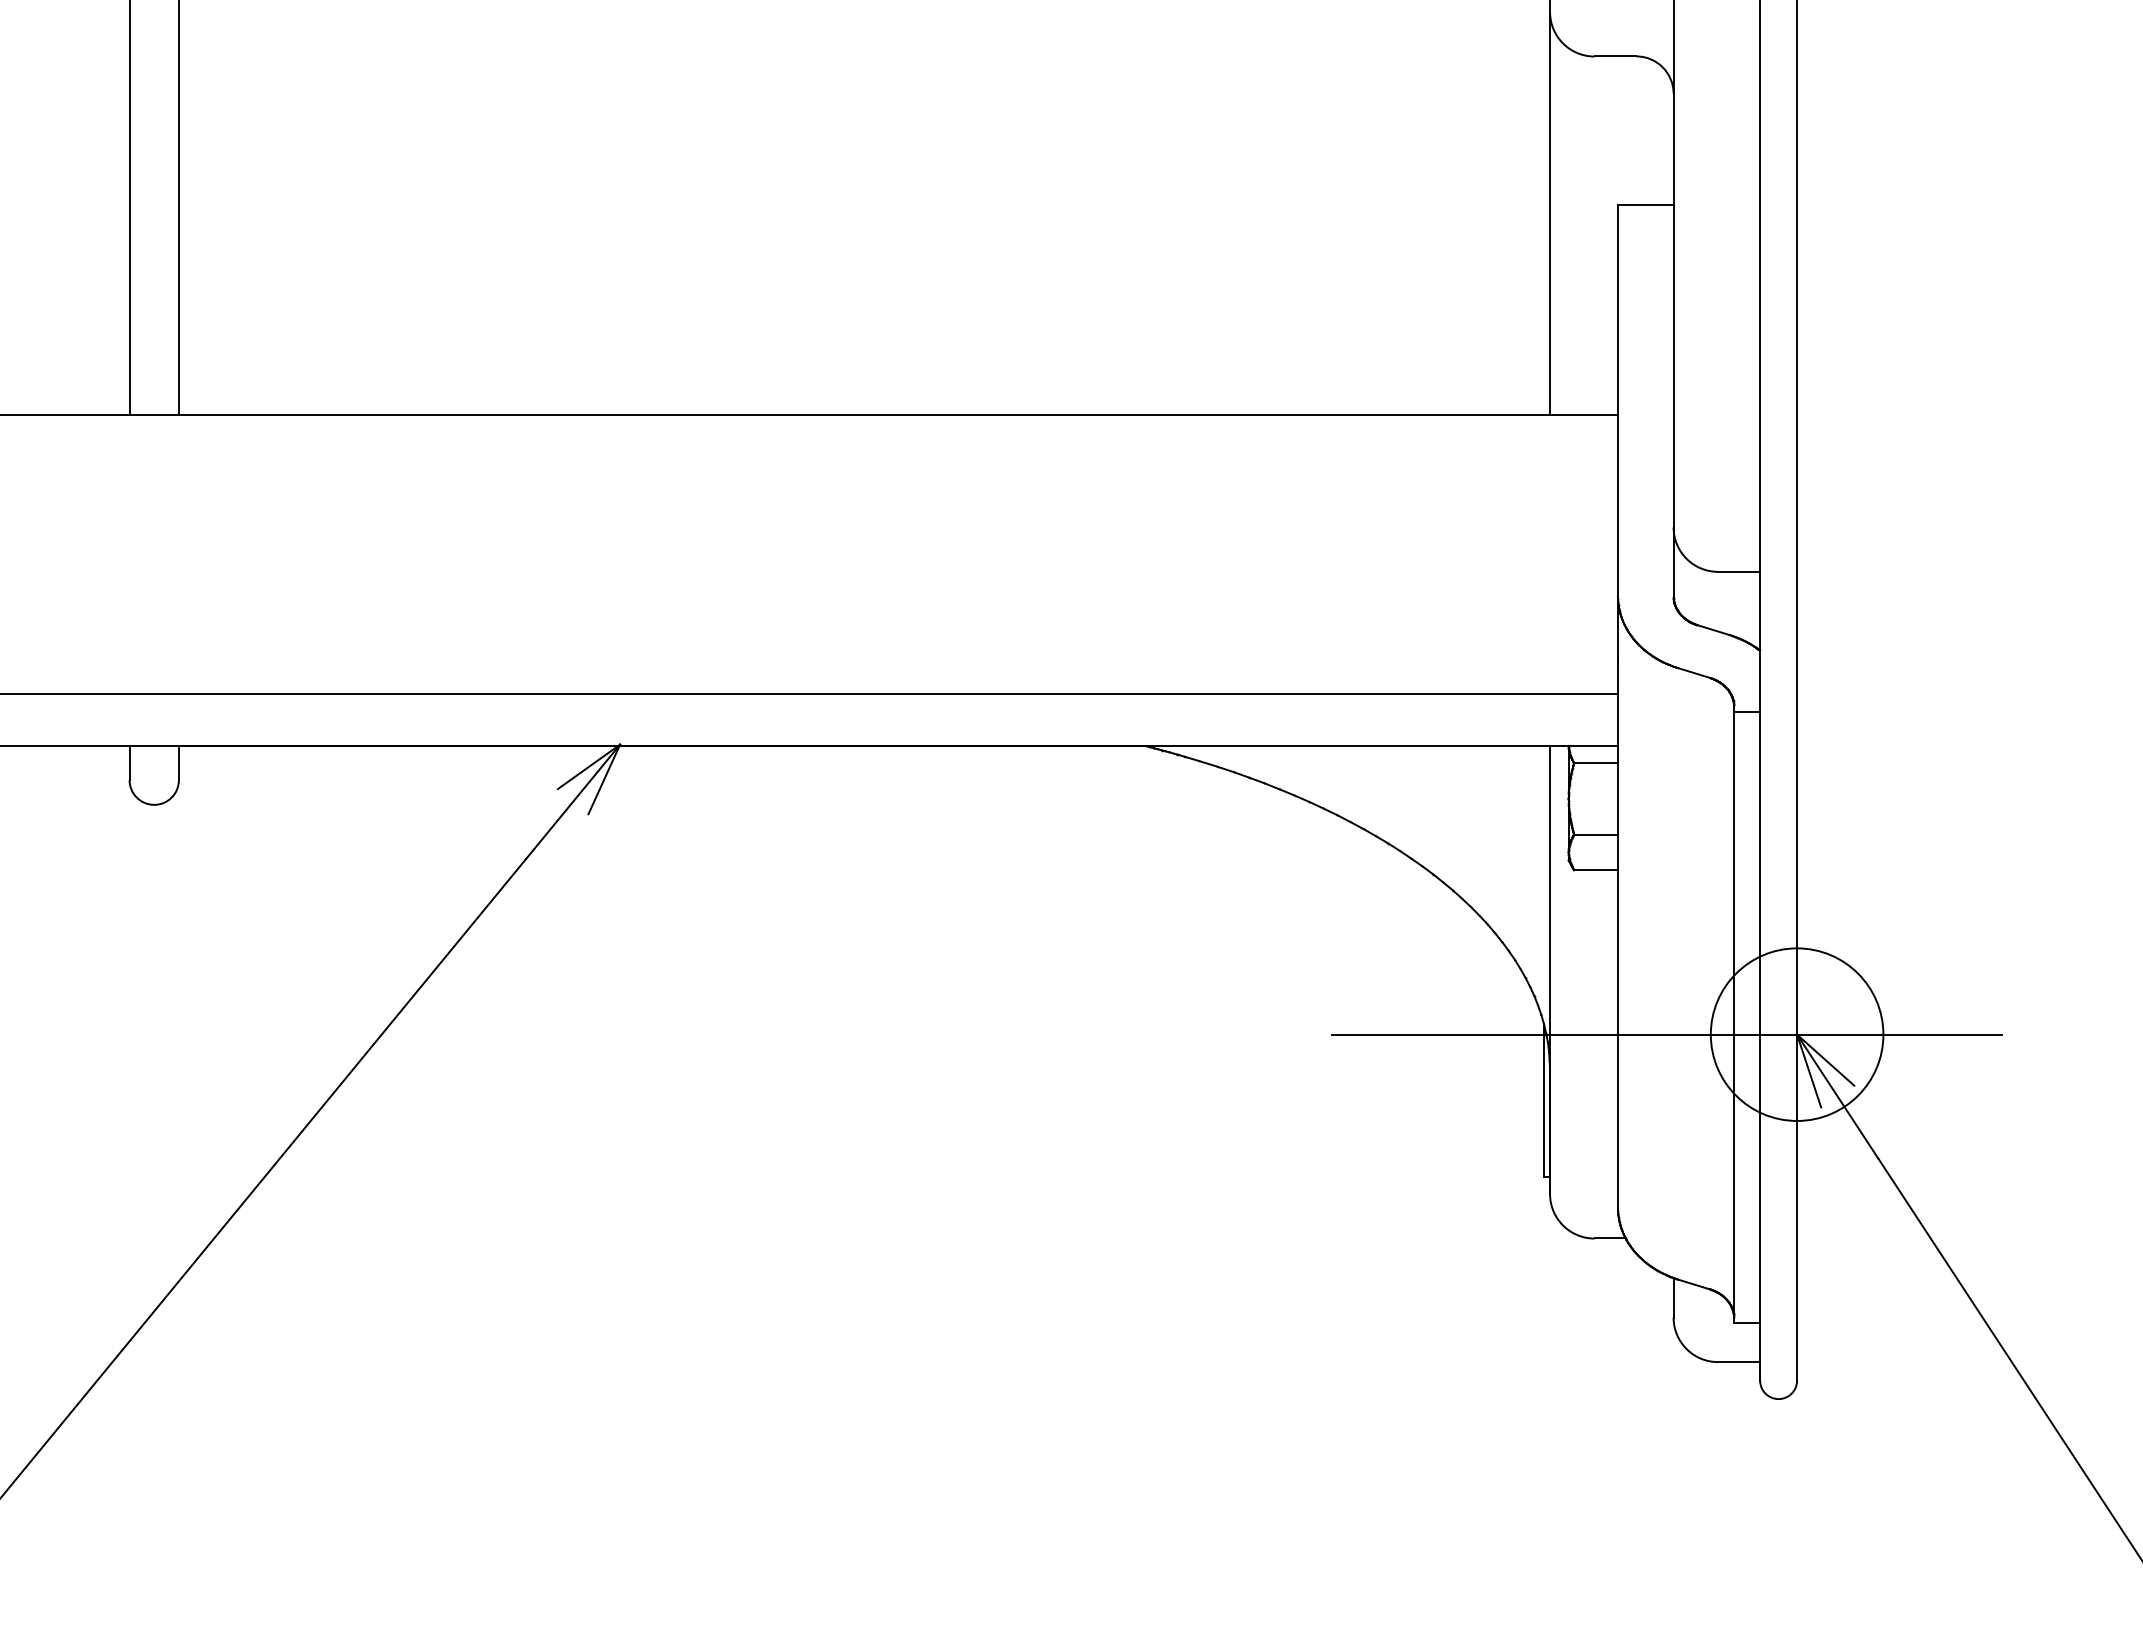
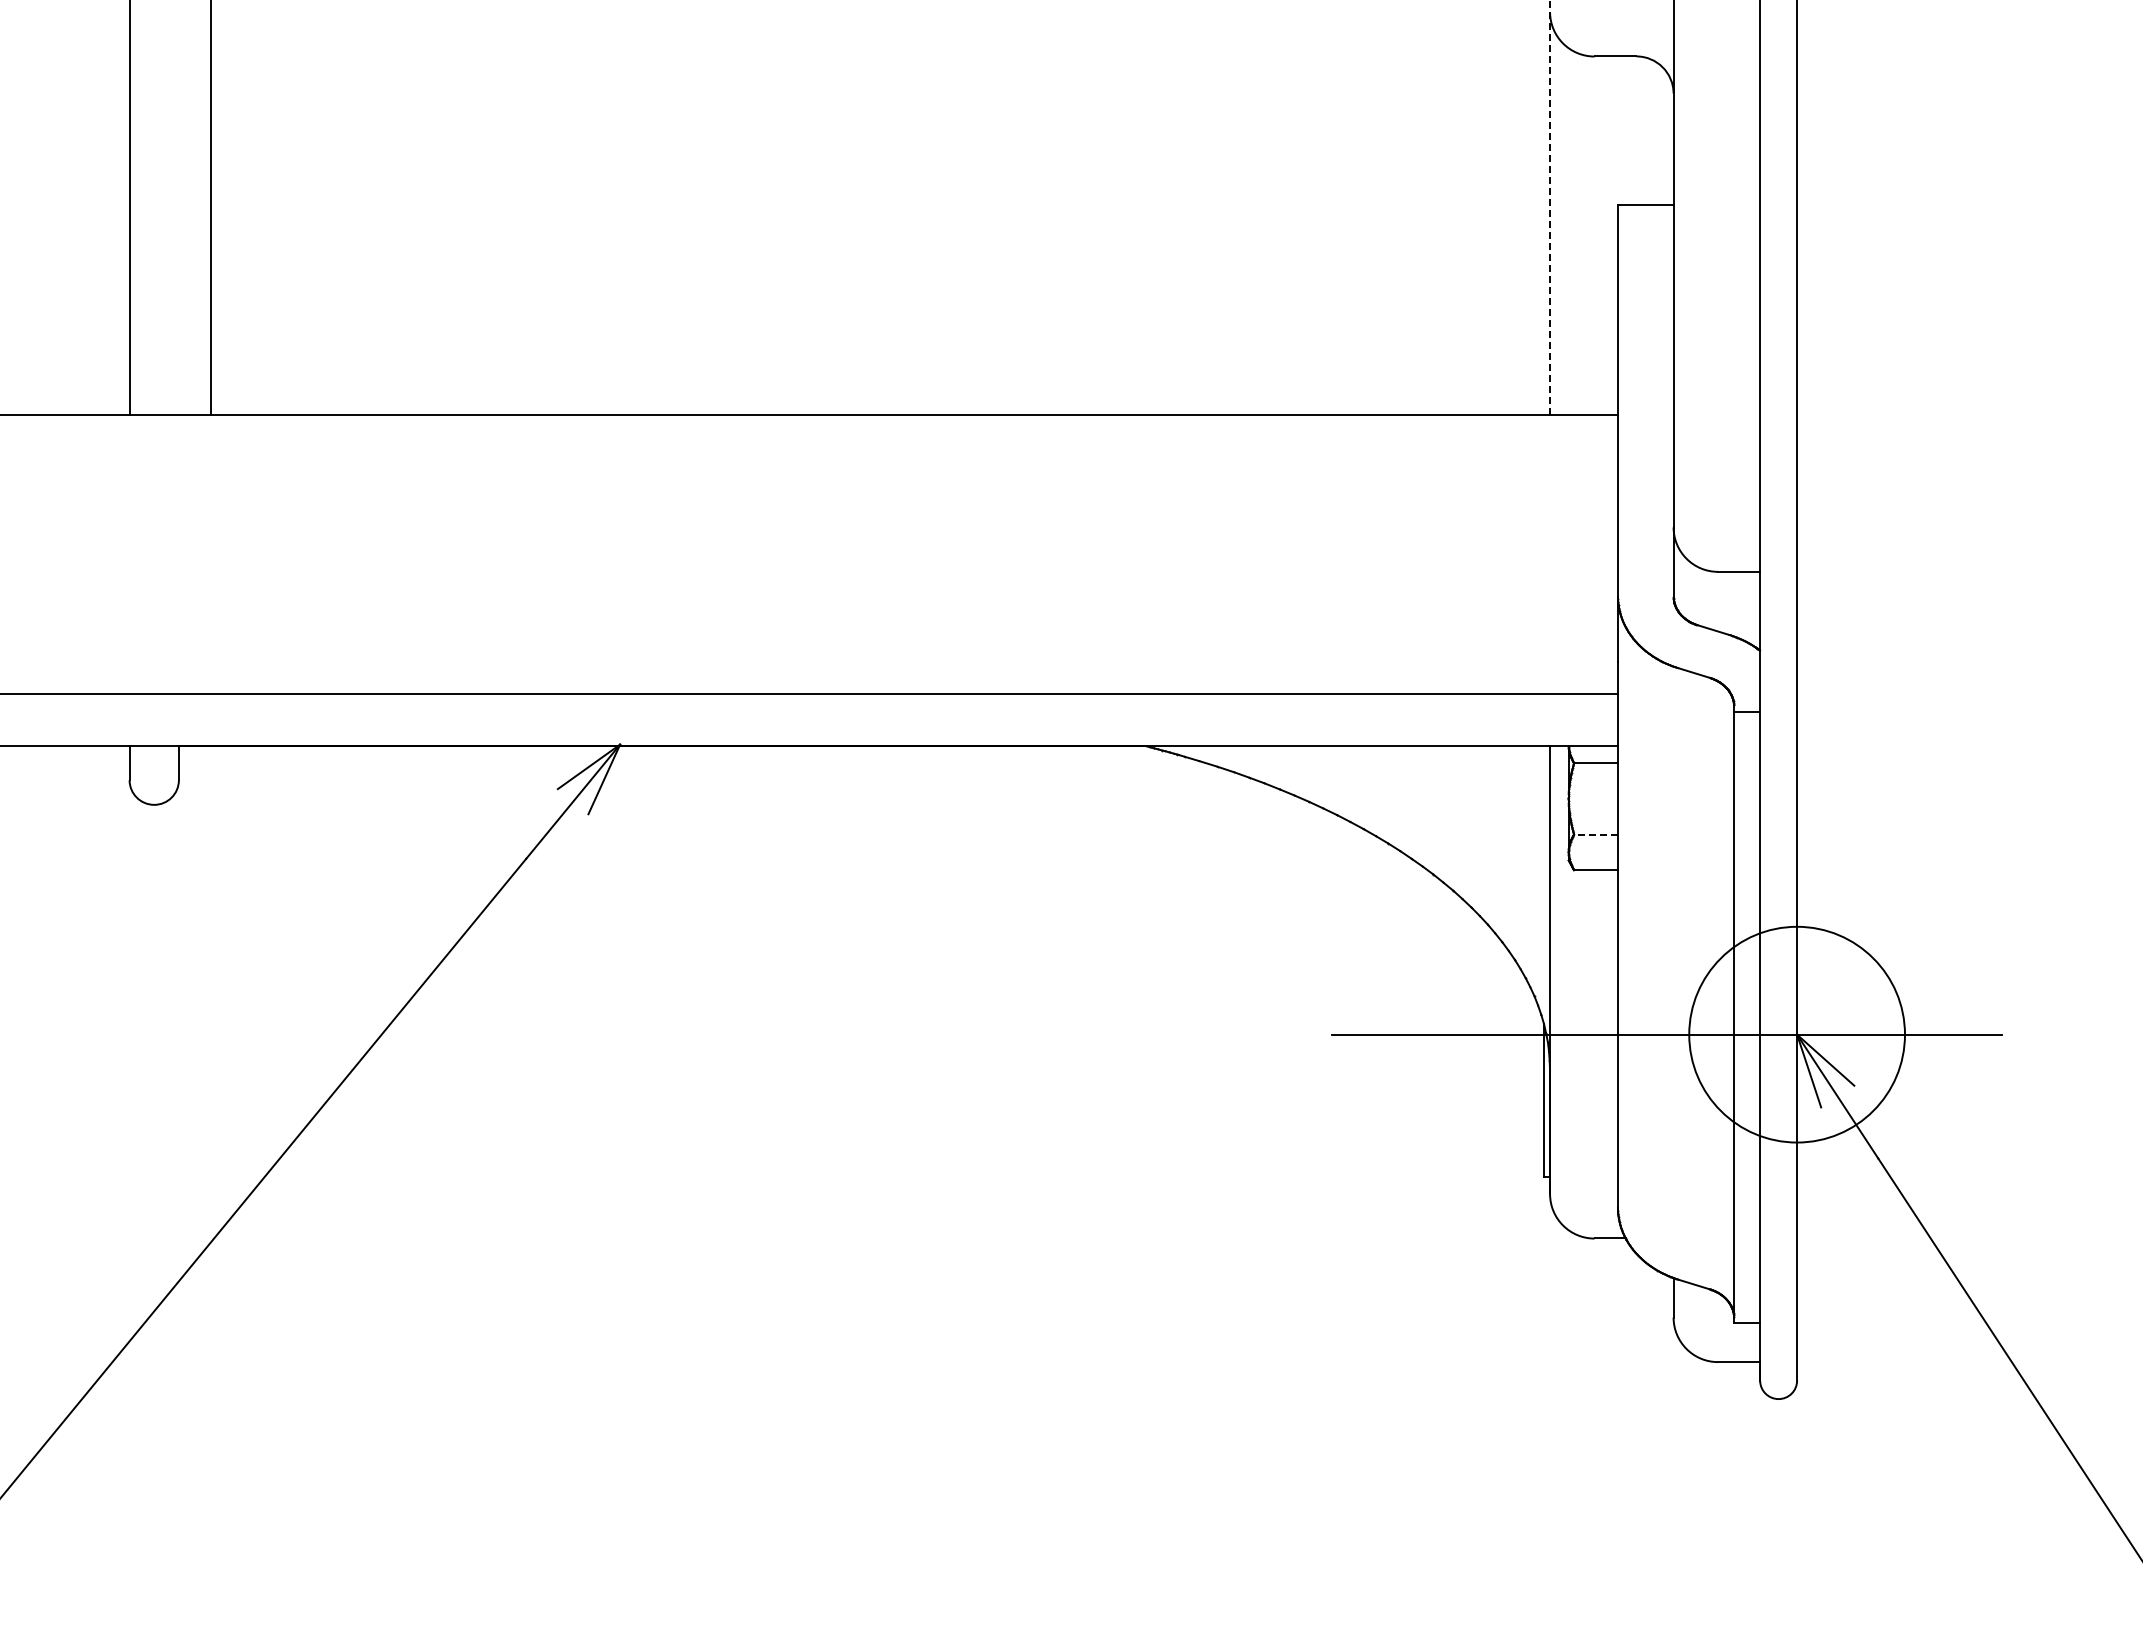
line at (1550, 207): solid -> dashed
line at (179, 208) position: (179, 208) -> (211, 208)
line at (1596, 834): solid -> dashed
circle at (1796, 1034) diameter: 173 px -> 216 px
